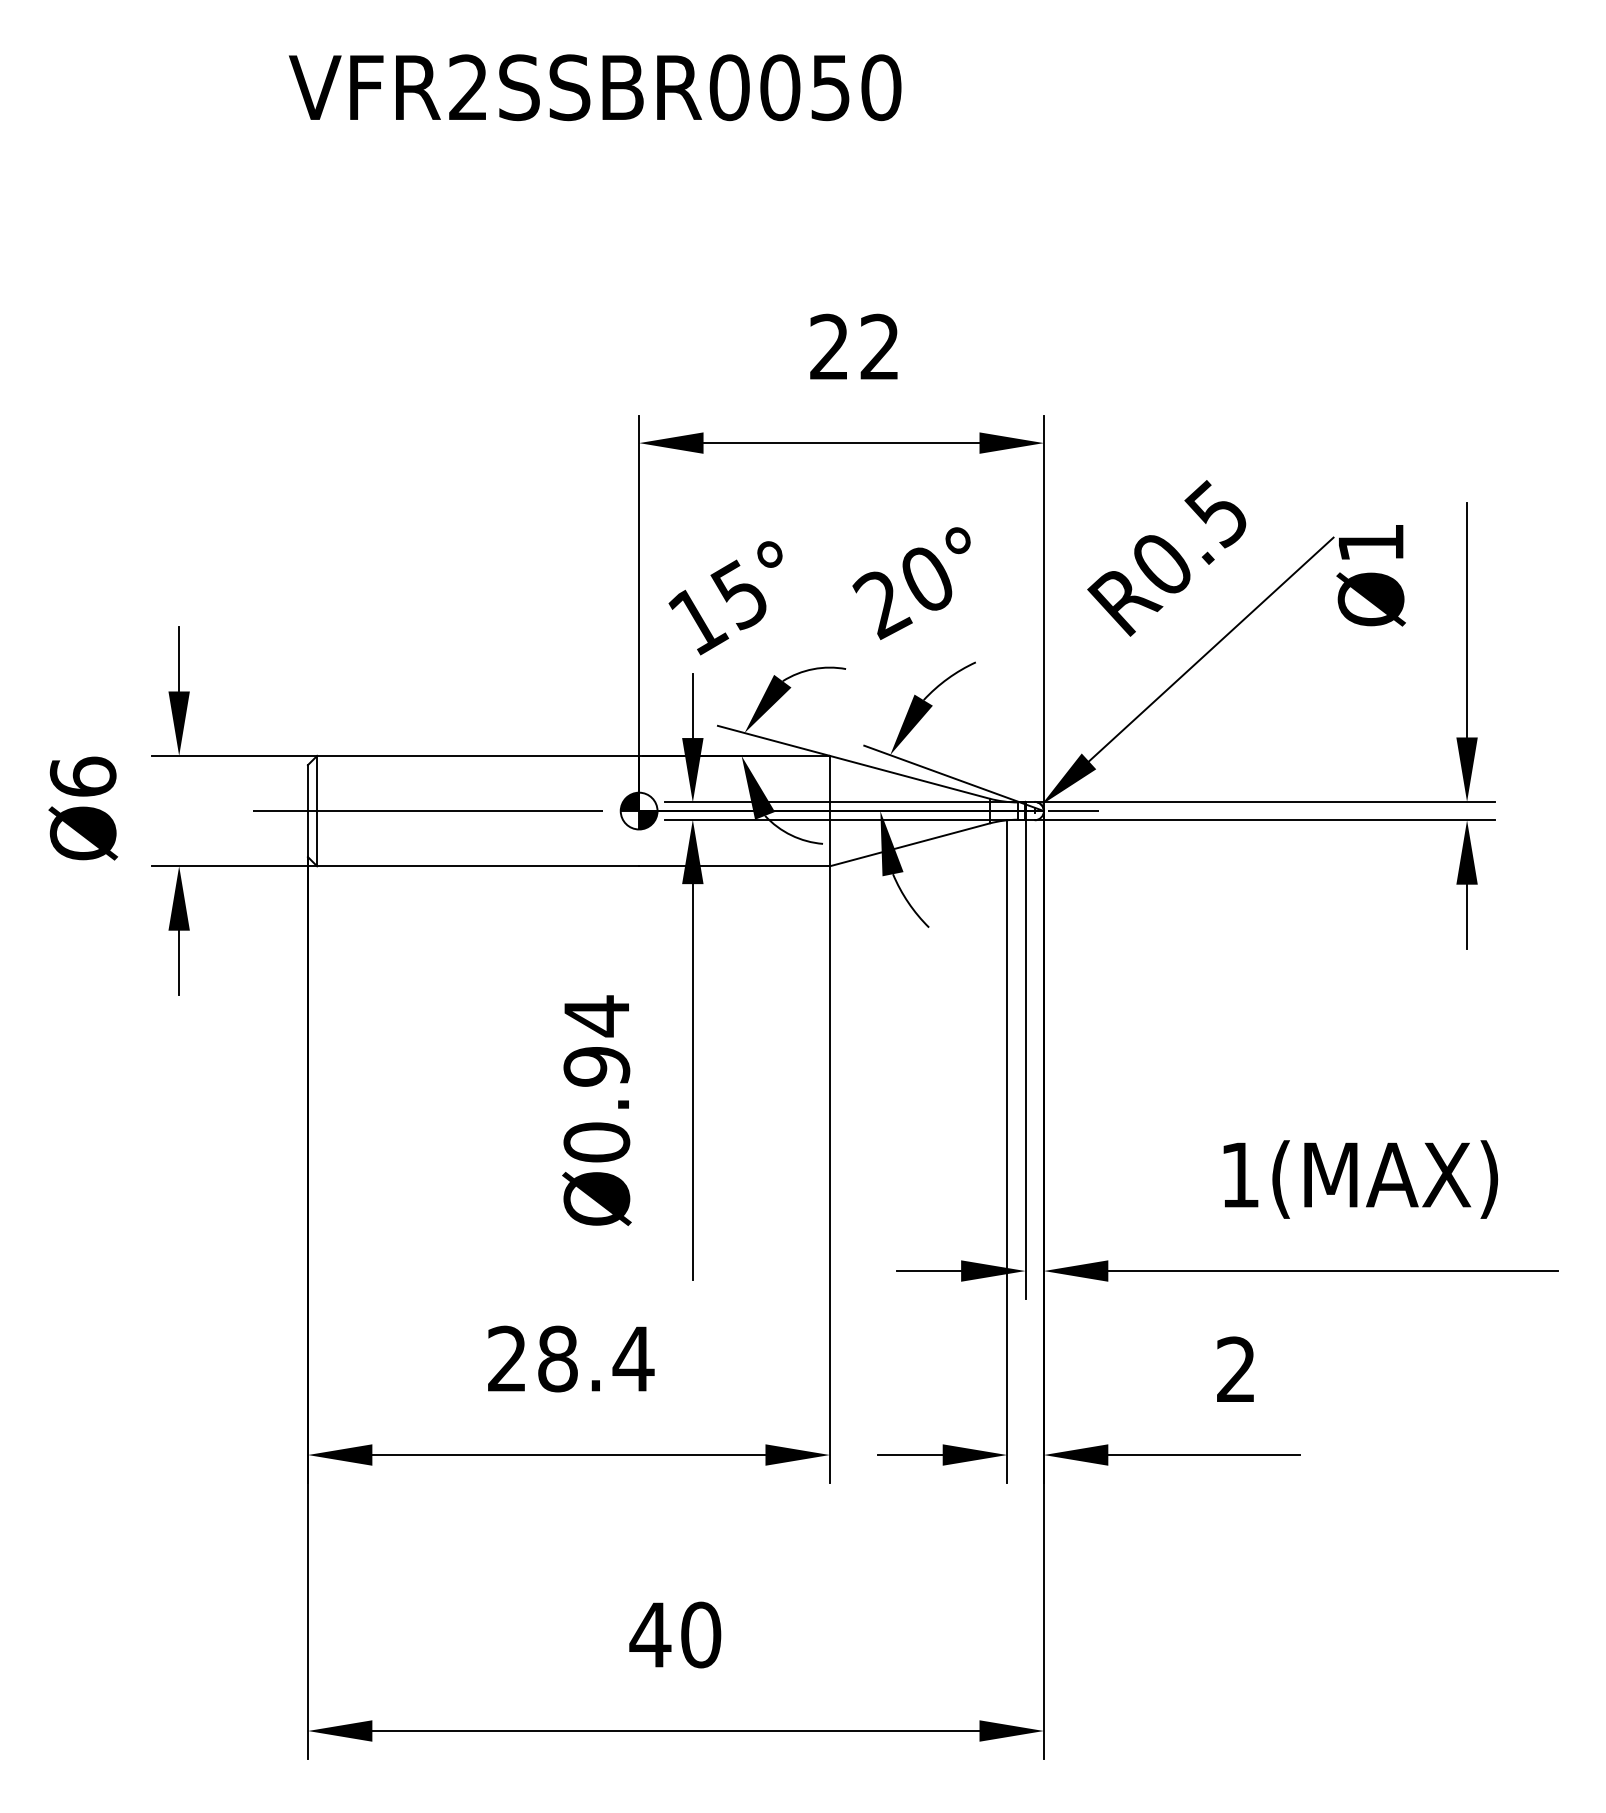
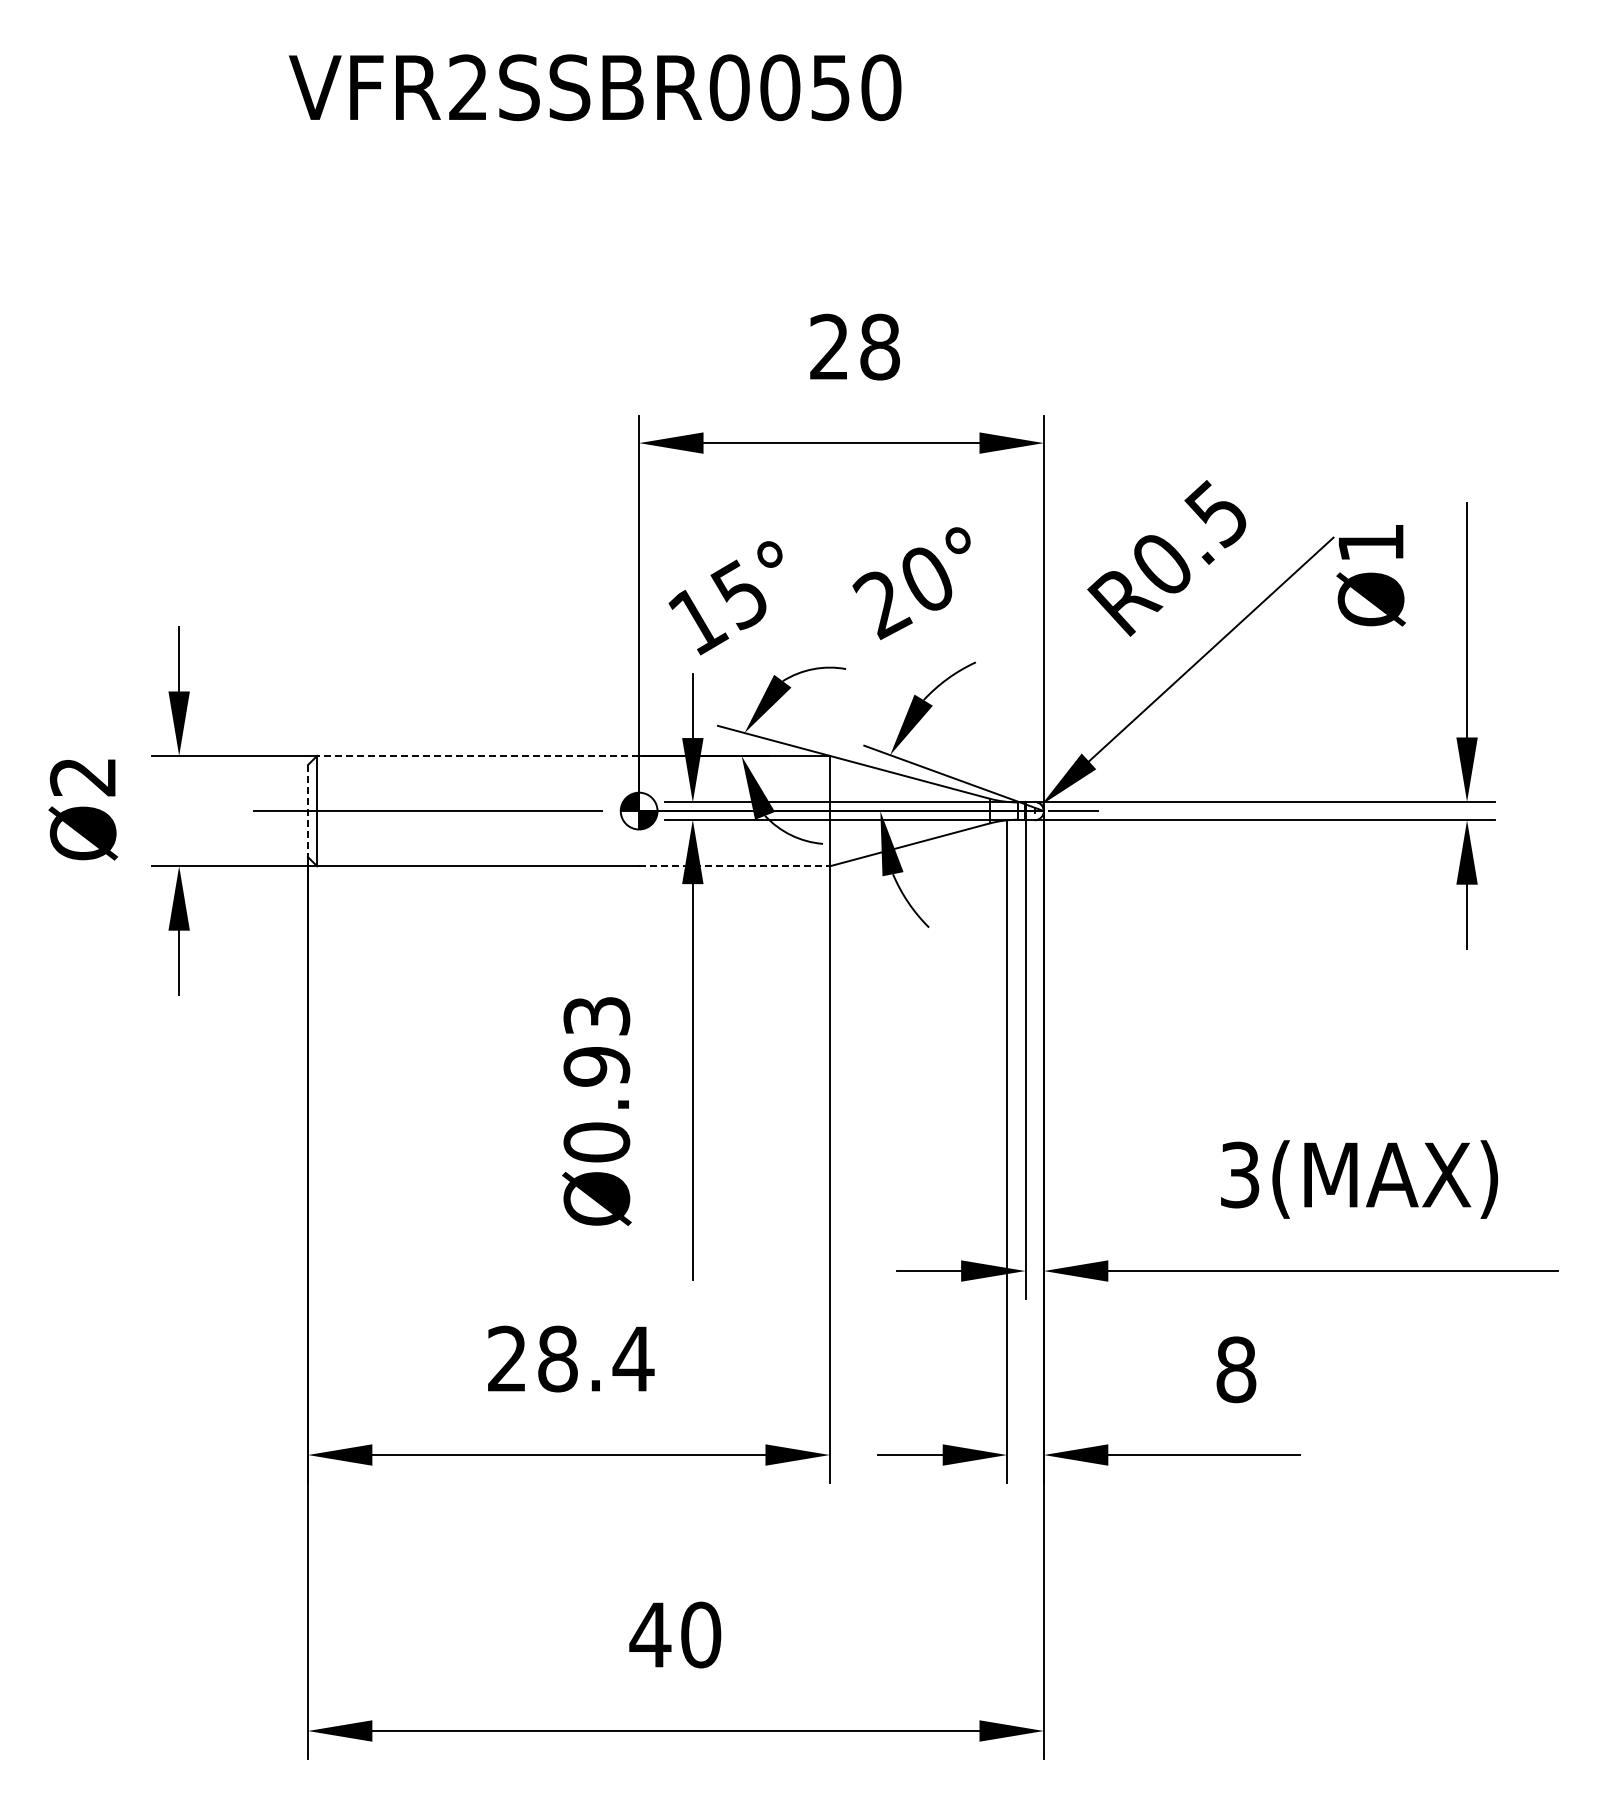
text at (879, 346): 22 -> 28
line at (478, 755): solid -> dashed
text at (82, 776): Ø6 -> Ø2
line at (307, 811): solid -> dashed
line at (735, 866): solid -> dashed
text at (596, 1016): Ø0.94 -> Ø0.93
text at (1240, 1174): 1(MAX) -> 3(MAX)
text at (1236, 1369): 2 -> 8
